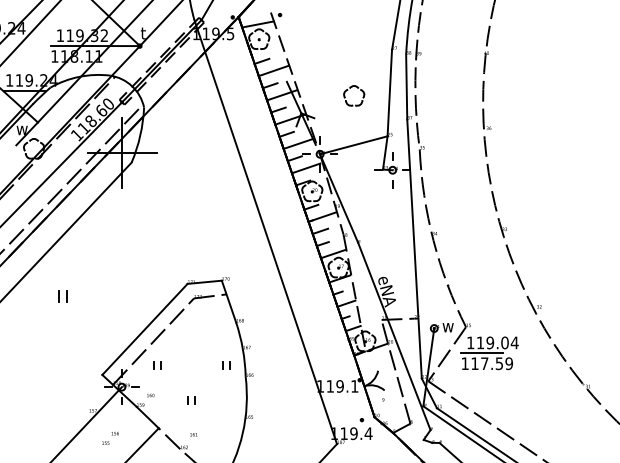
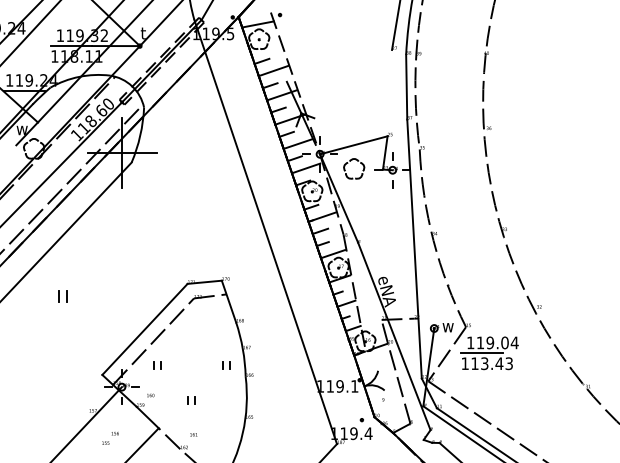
part at (357, 88) position: (357, 88) -> (357, 161)
line at (389, 92): present -> none
text at (496, 363): 117.59 -> 113.43
